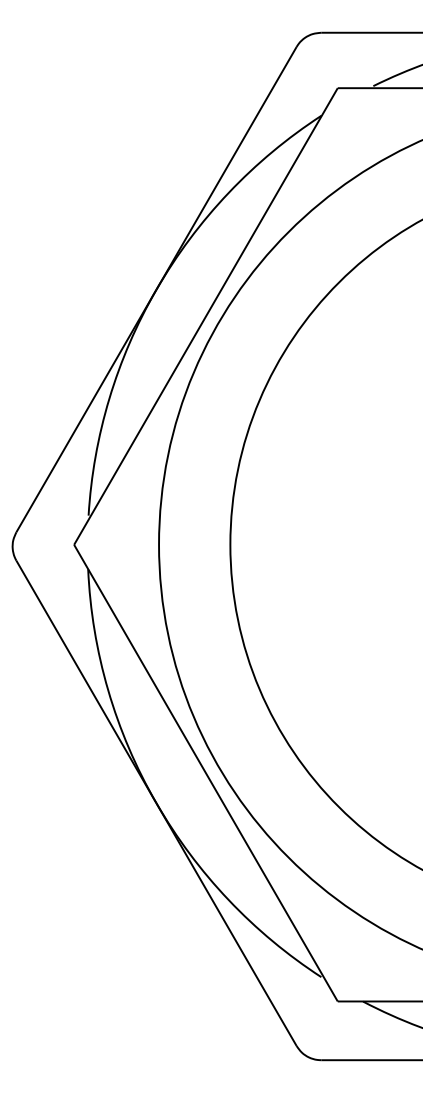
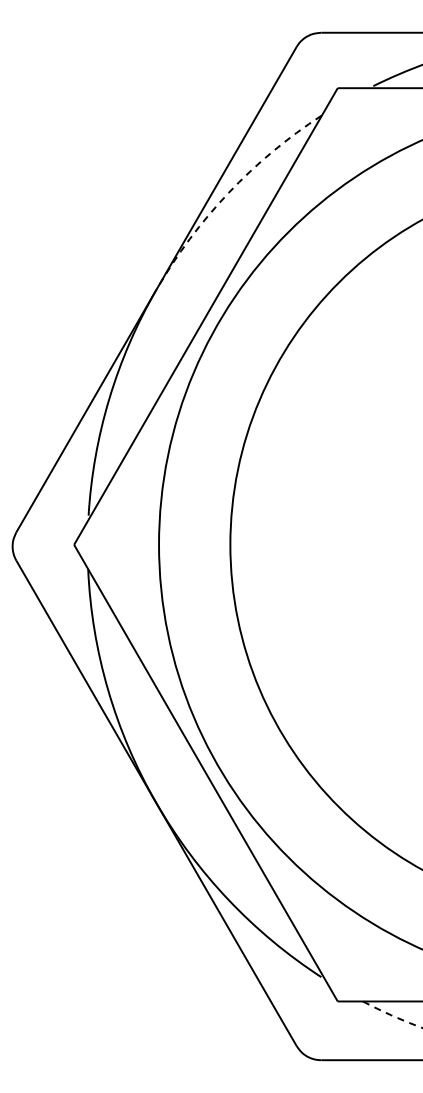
arc at (228, 192): solid -> dashed
arc at (391, 1015): solid -> dashed
